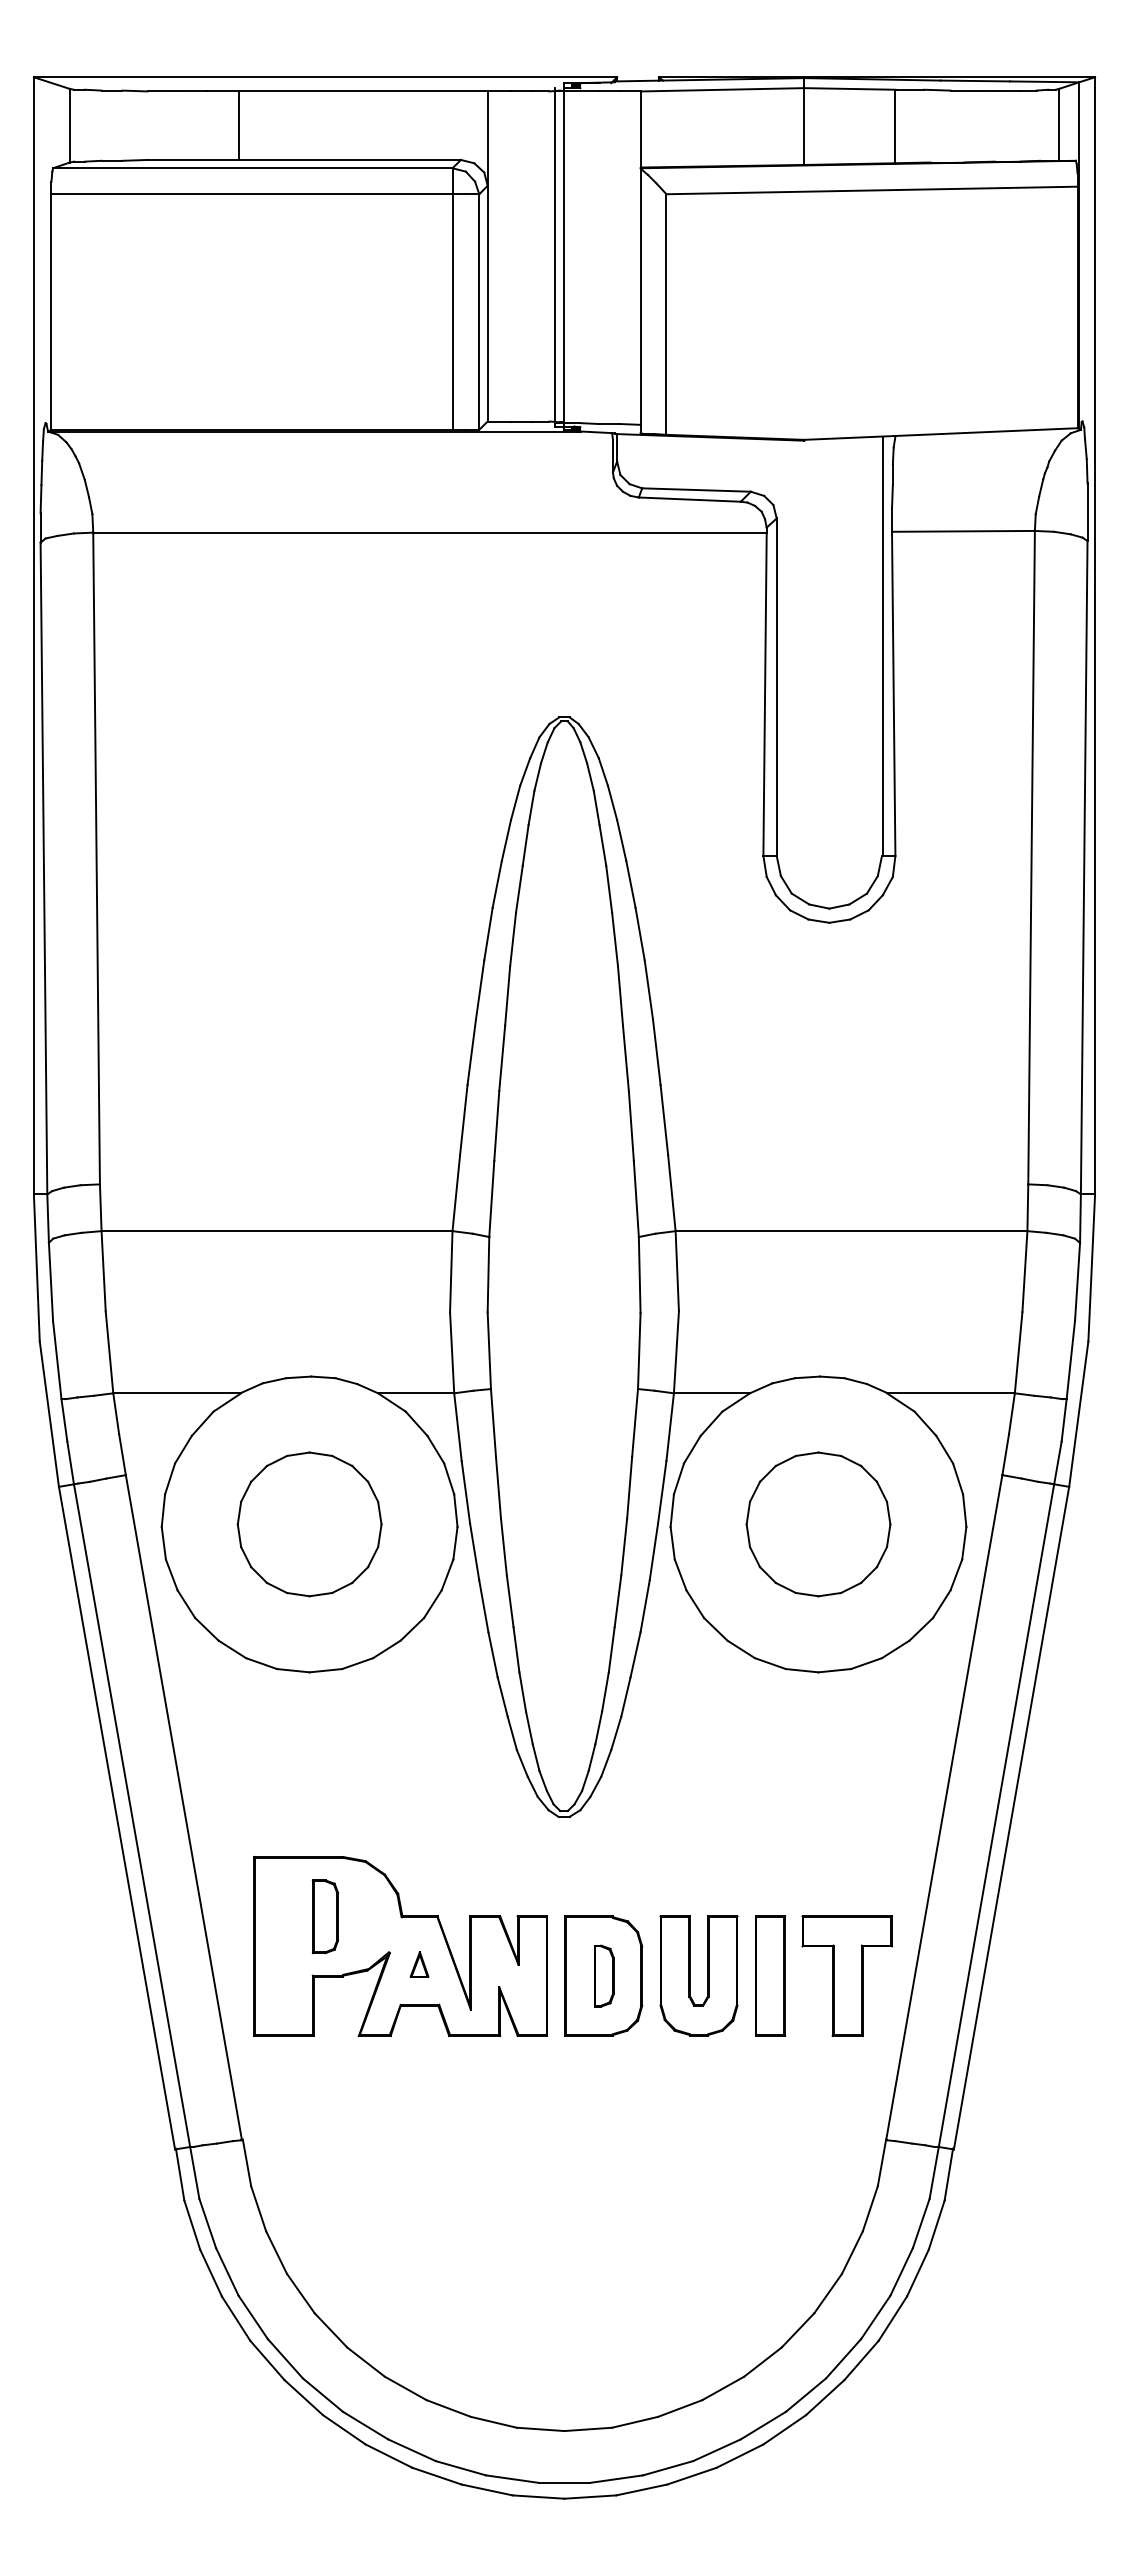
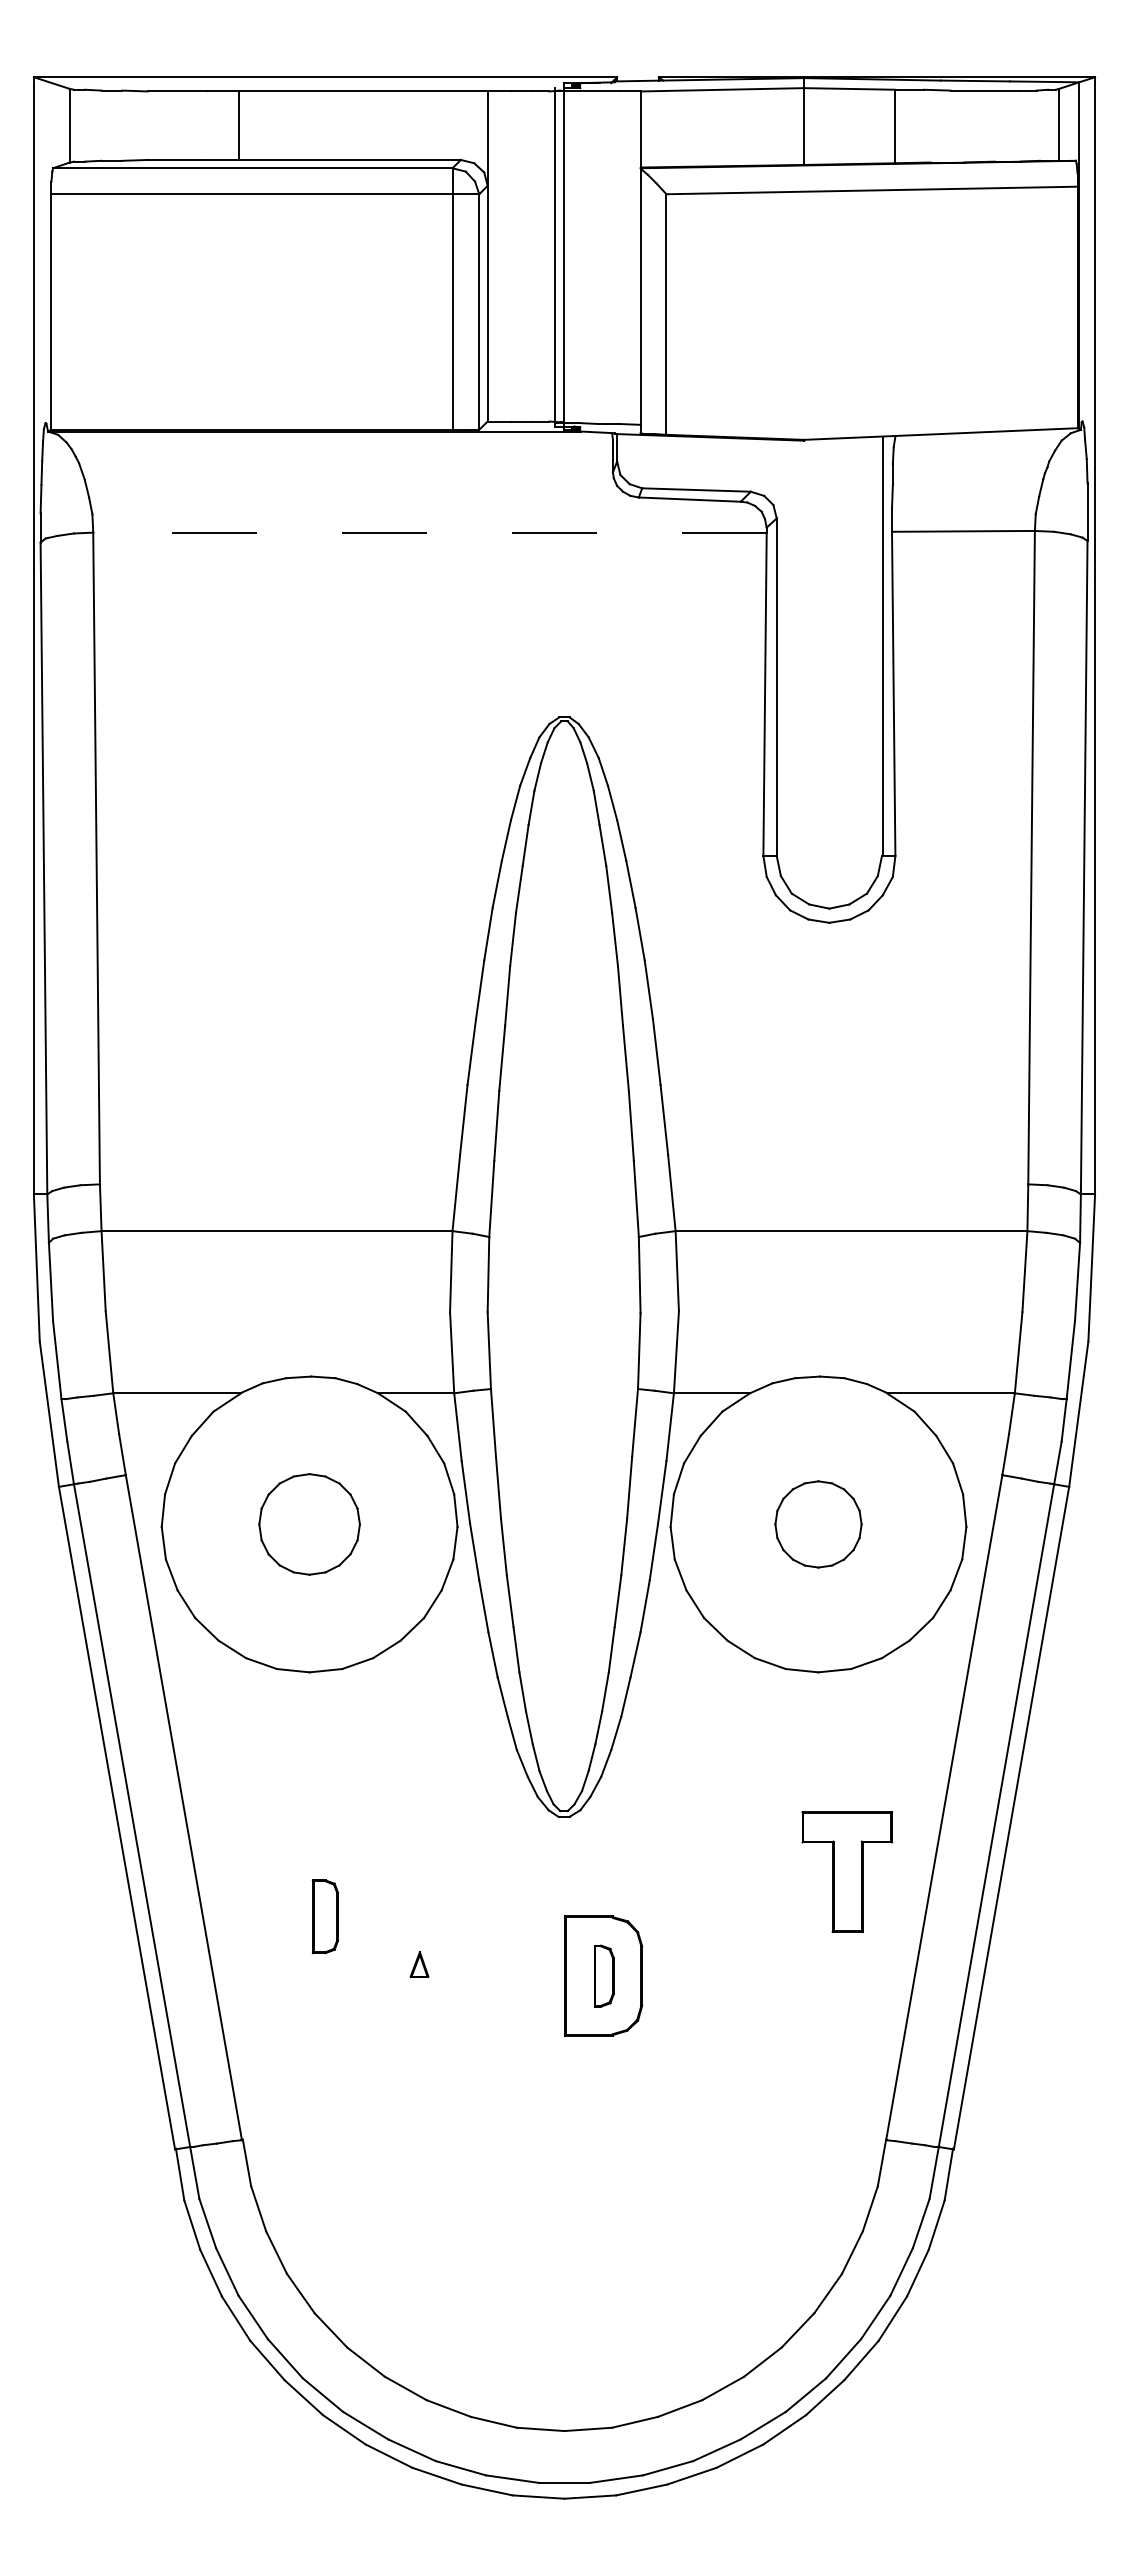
line at (429, 532): solid -> dashed
part at (309, 1524) size: 147x147 px -> 103x103 px
part at (818, 1524) size: 147x147 px -> 89x89 px
part at (400, 1945): present -> none
part at (690, 1975): present -> none
part at (770, 1975): present -> none
part at (847, 1975) position: (847, 1975) -> (847, 1871)
